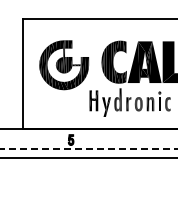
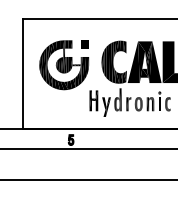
part at (84, 44): none -> present
line at (88, 149): dashed -> solid
line at (88, 157) position: (88, 157) -> (88, 179)
